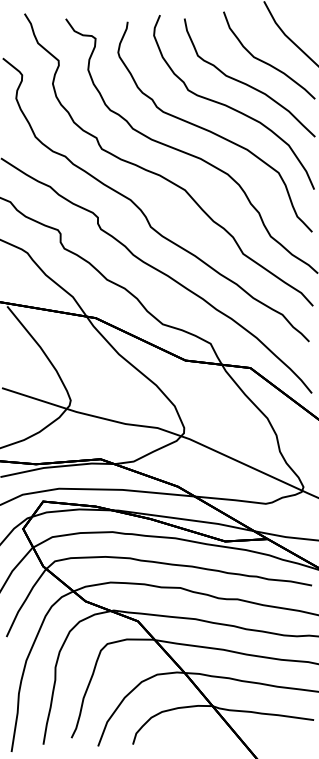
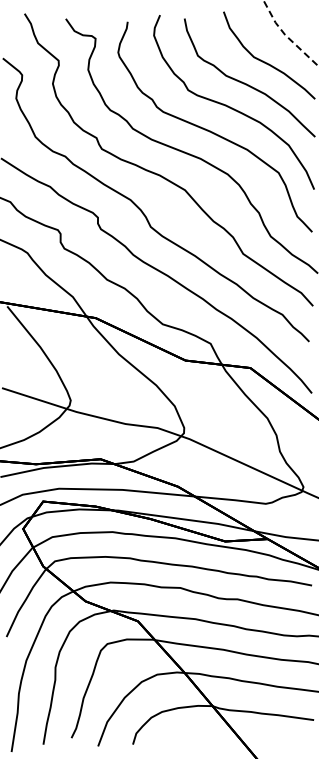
line at (286, 36): solid -> dashed
